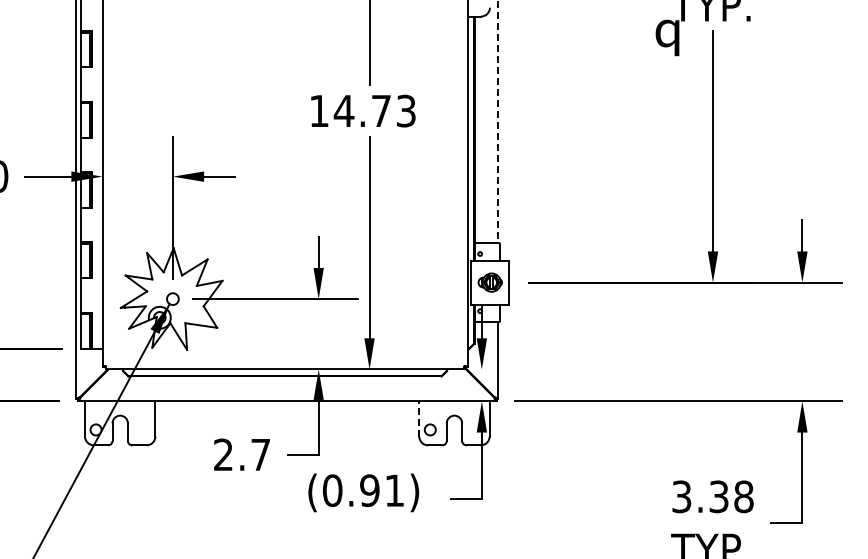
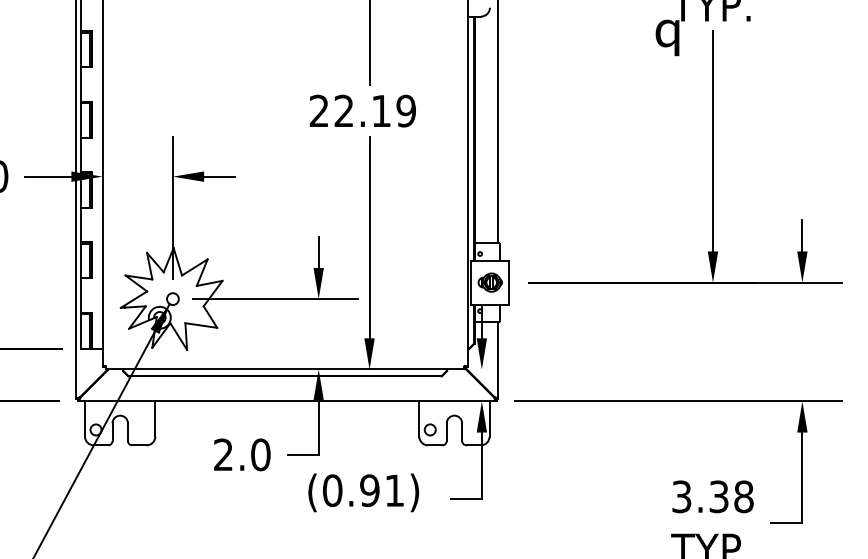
text at (362, 110): 14.73 -> 22.19
line at (498, 122): dashed -> solid
line at (419, 418): dashed -> solid
text at (260, 454): 2.7 -> 2.0
